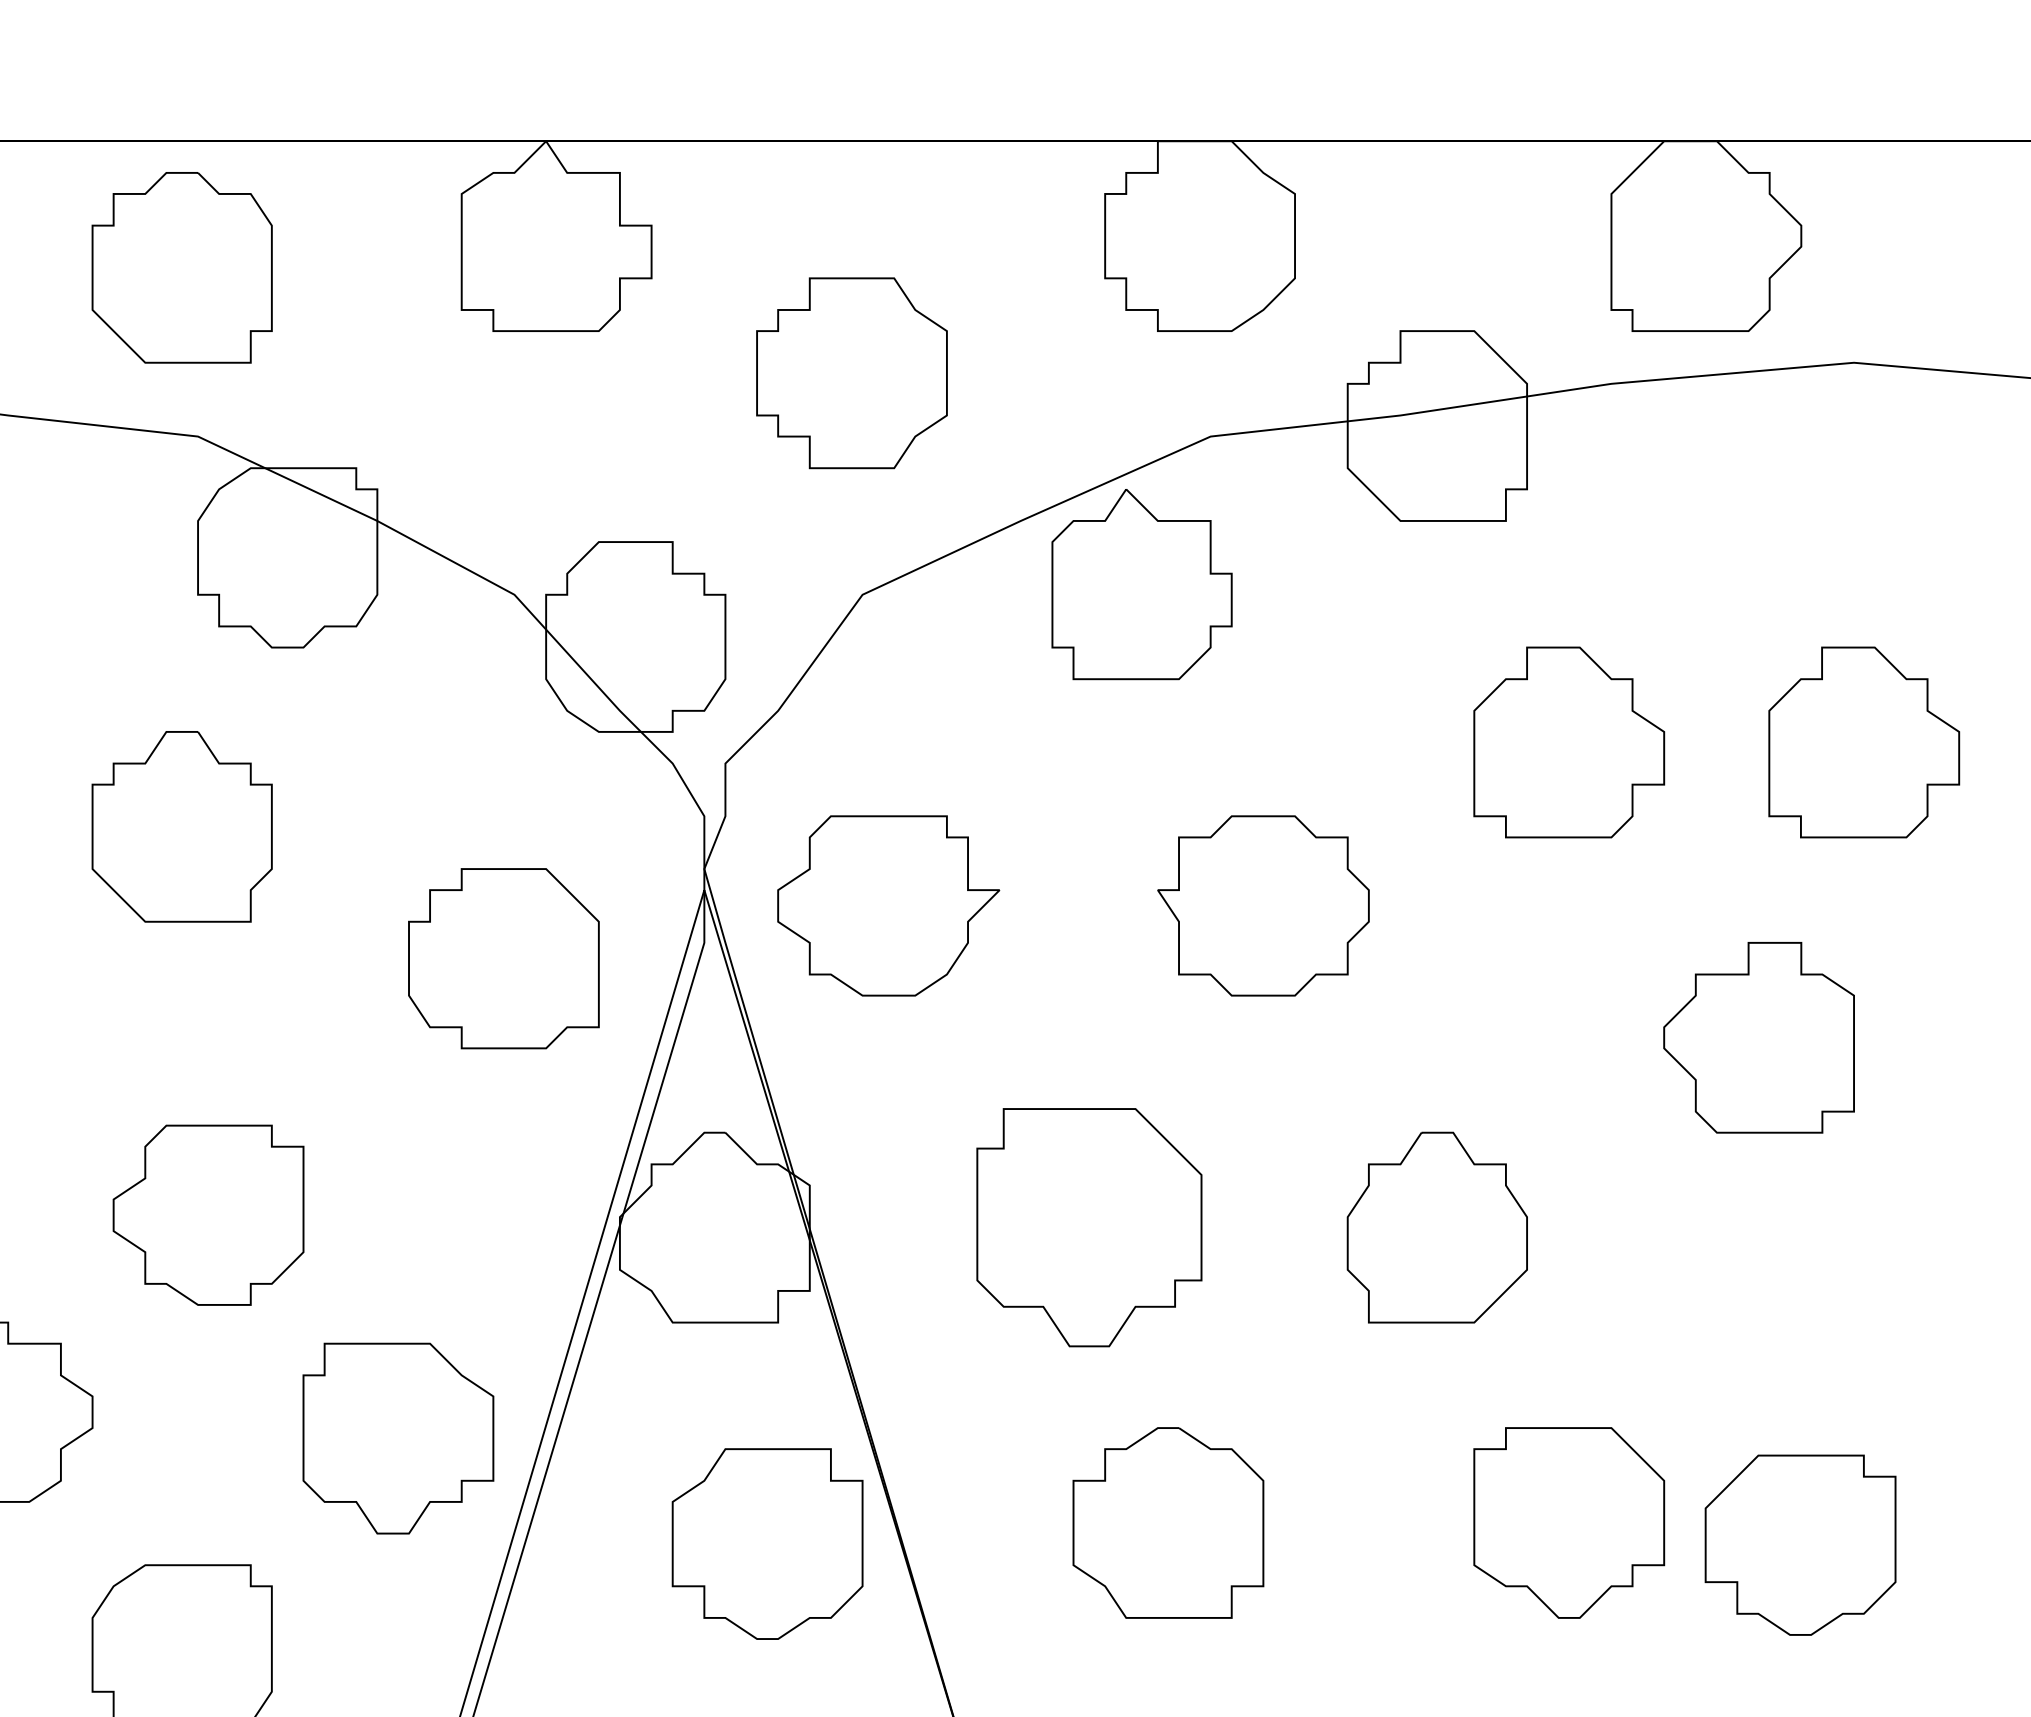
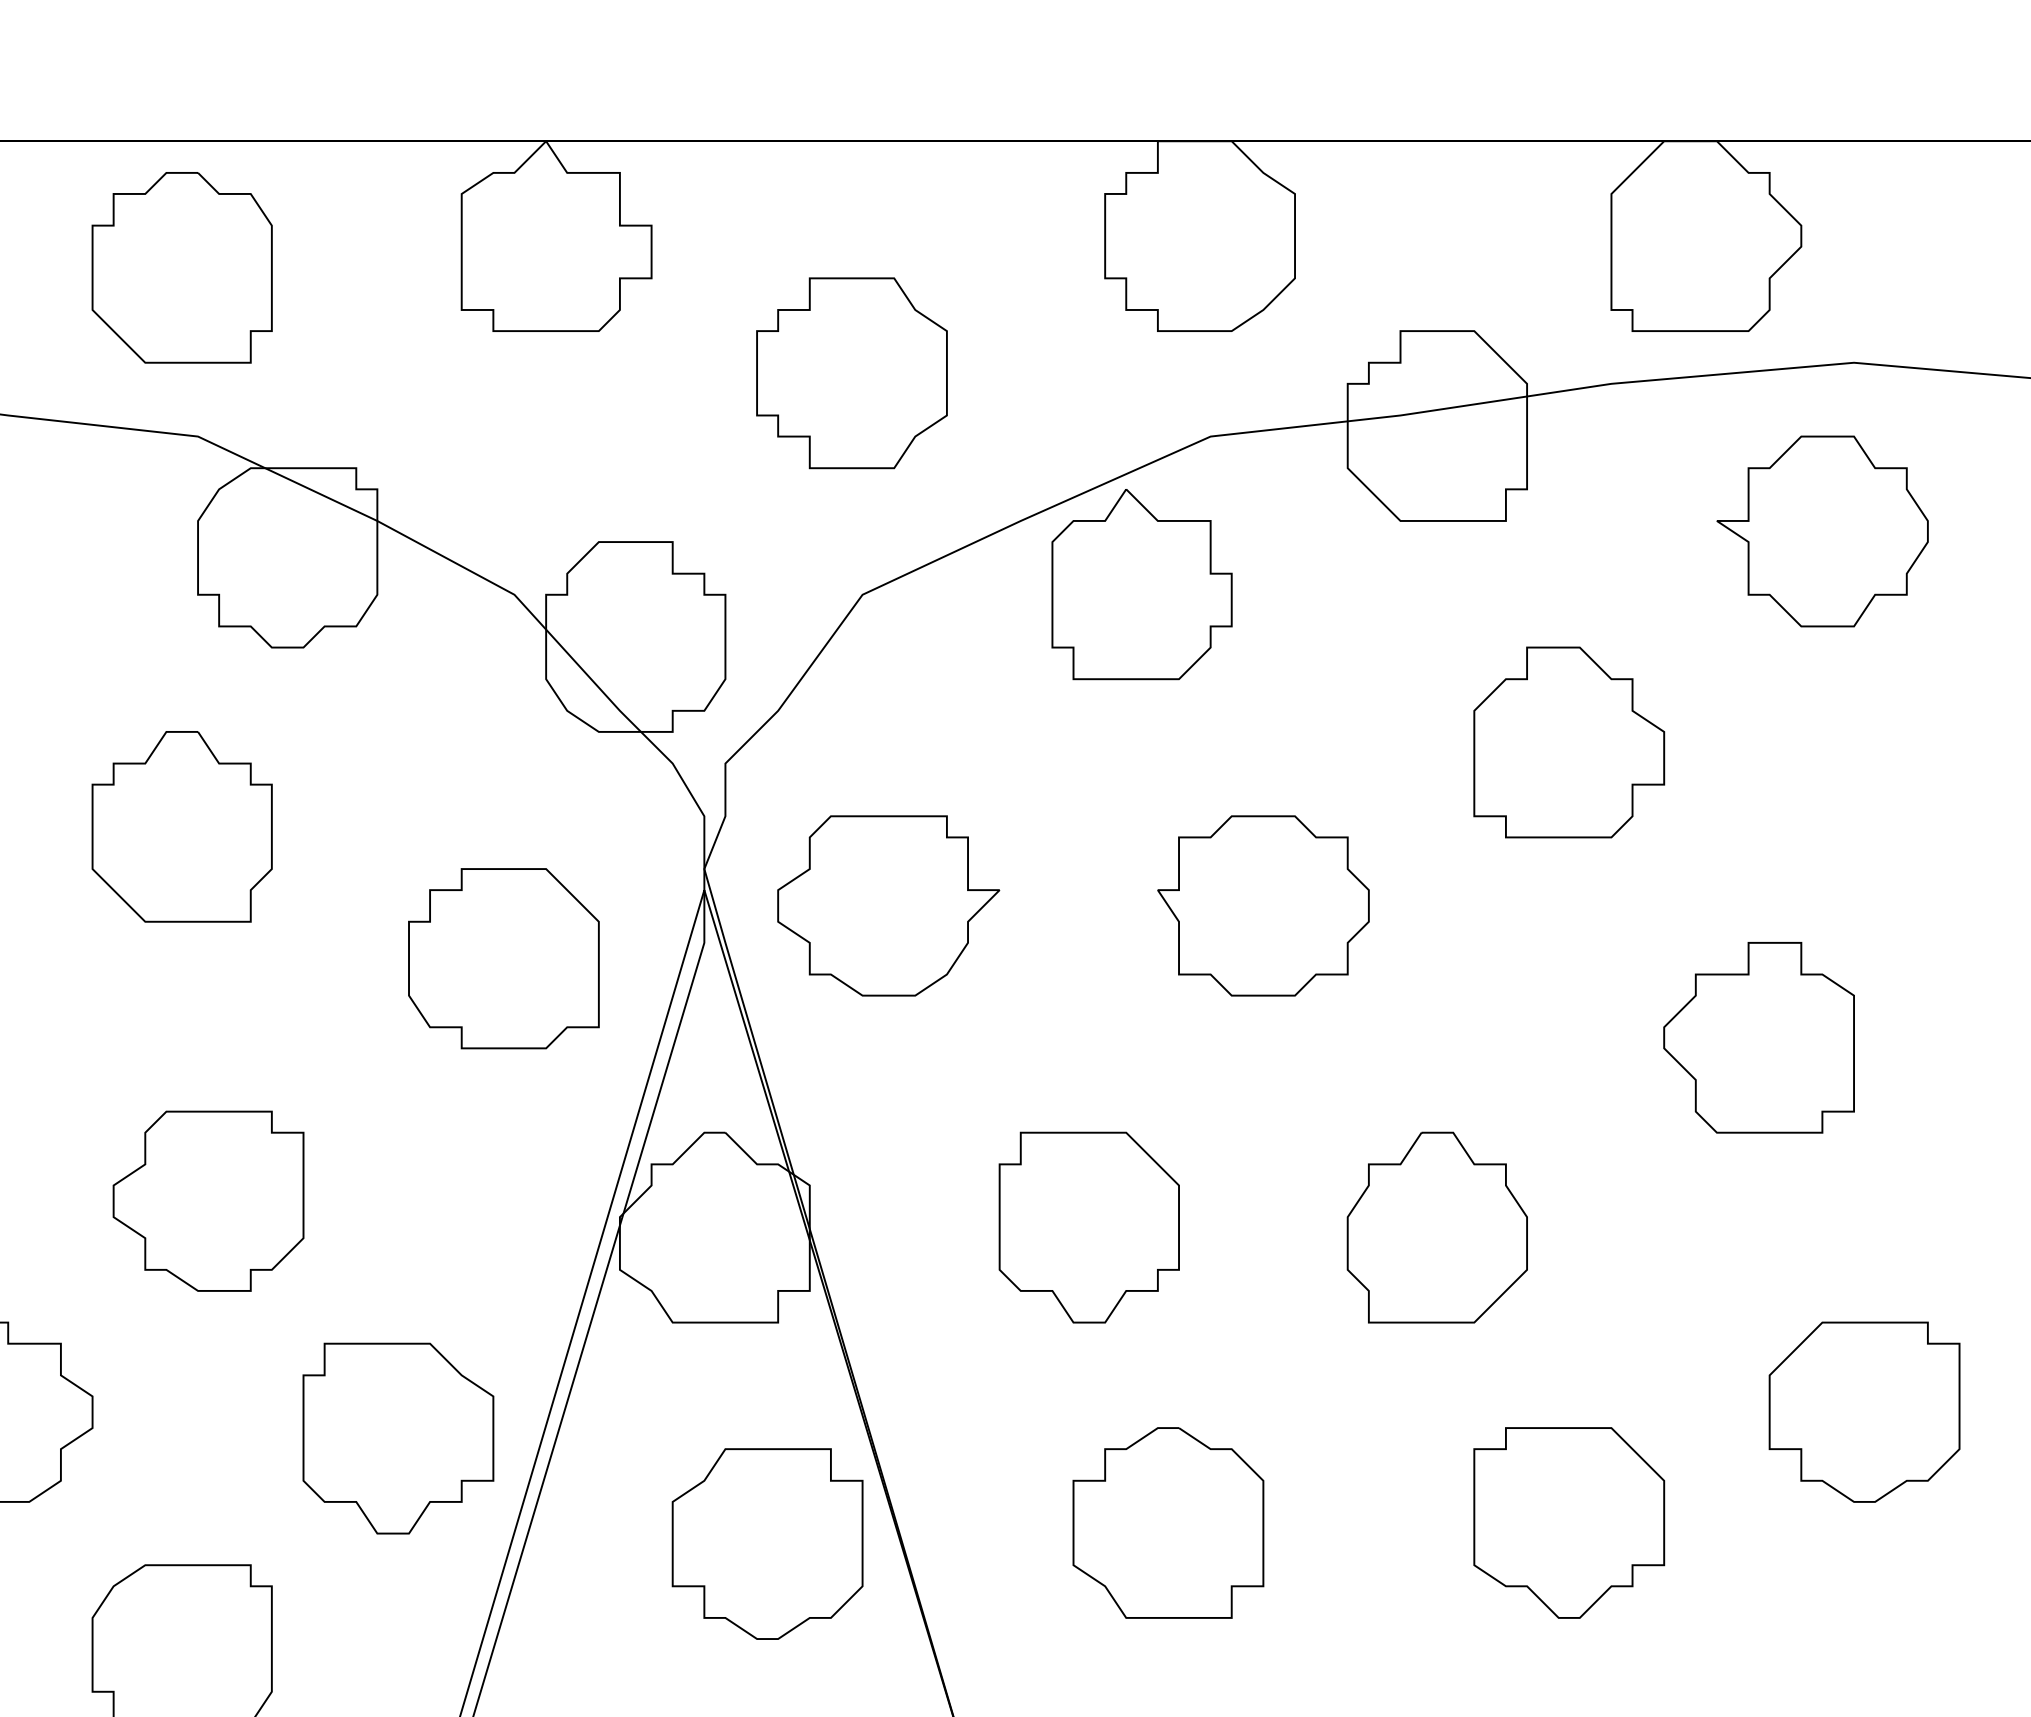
part at (1822, 531): none -> present
part at (1864, 742): present -> none
part at (208, 1214) position: (208, 1214) -> (208, 1200)
part at (1089, 1227) size: 227x240 px -> 182x193 px
part at (1800, 1544) position: (1800, 1544) -> (1864, 1411)
